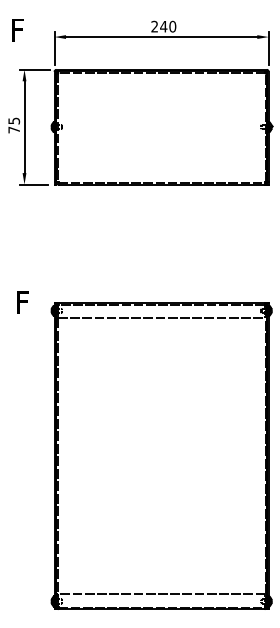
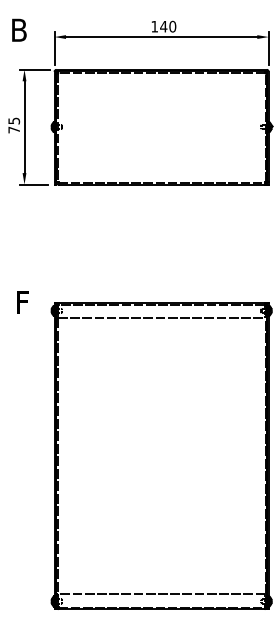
text at (154, 26): 240 -> 140
text at (19, 29): F -> B
